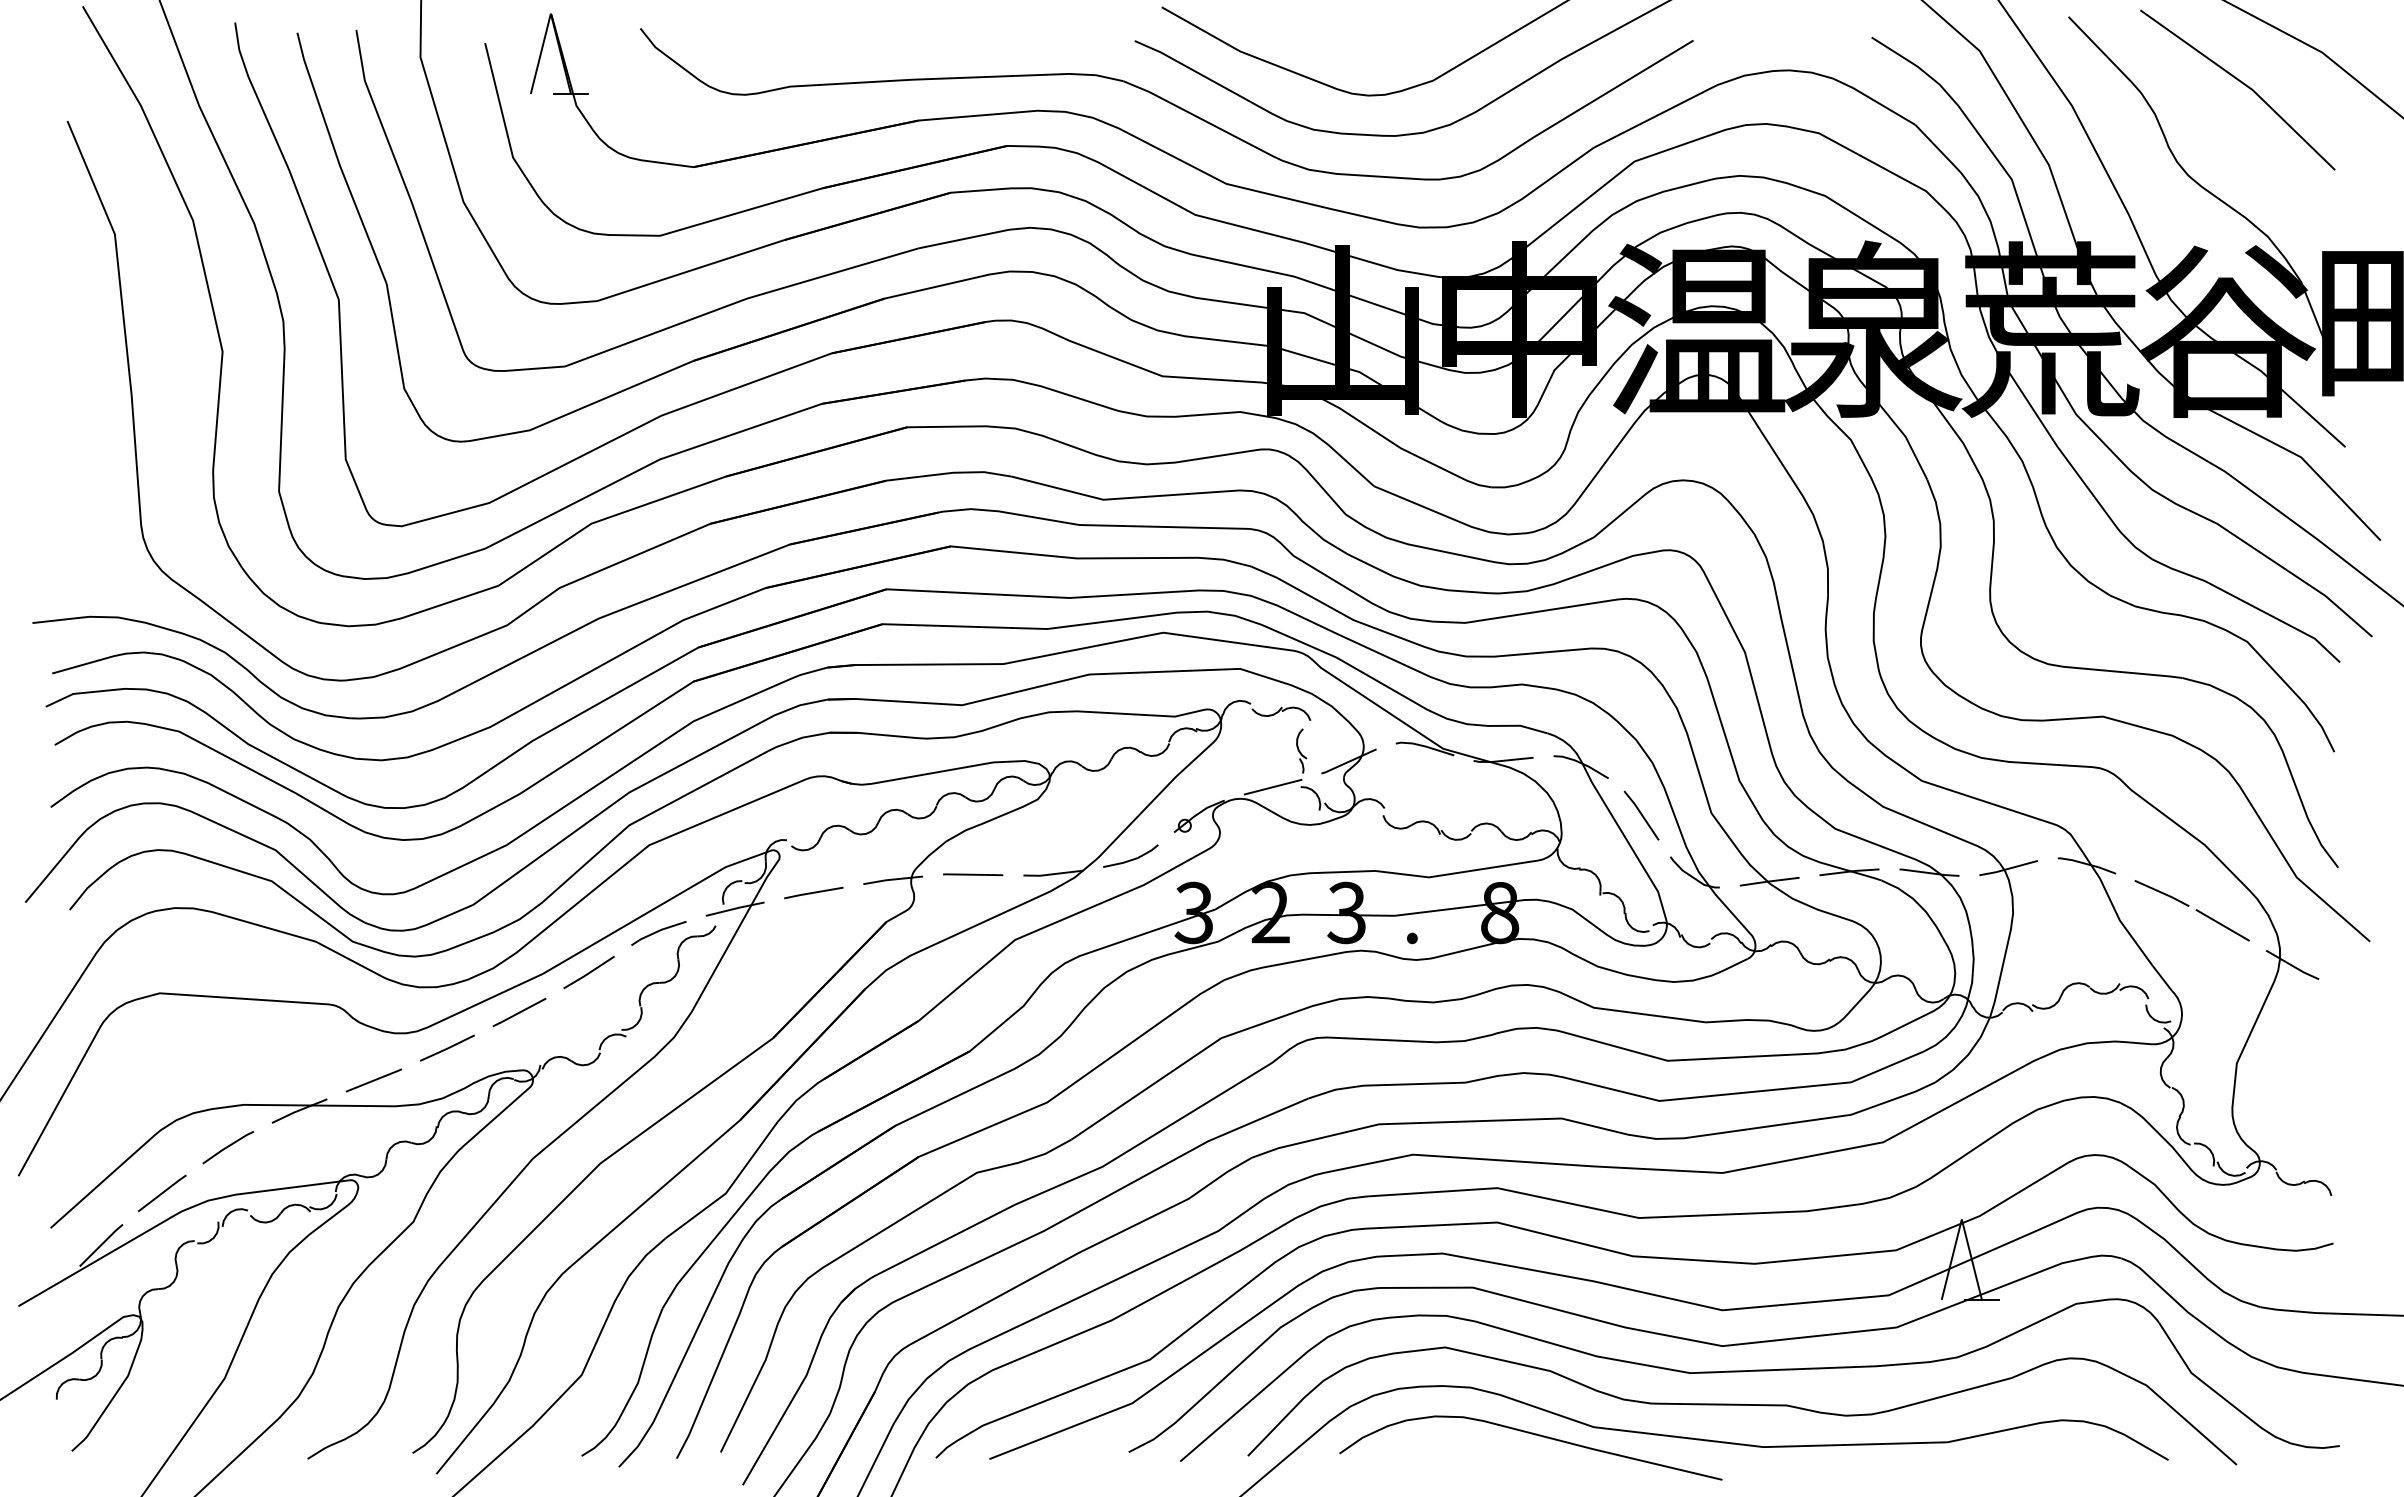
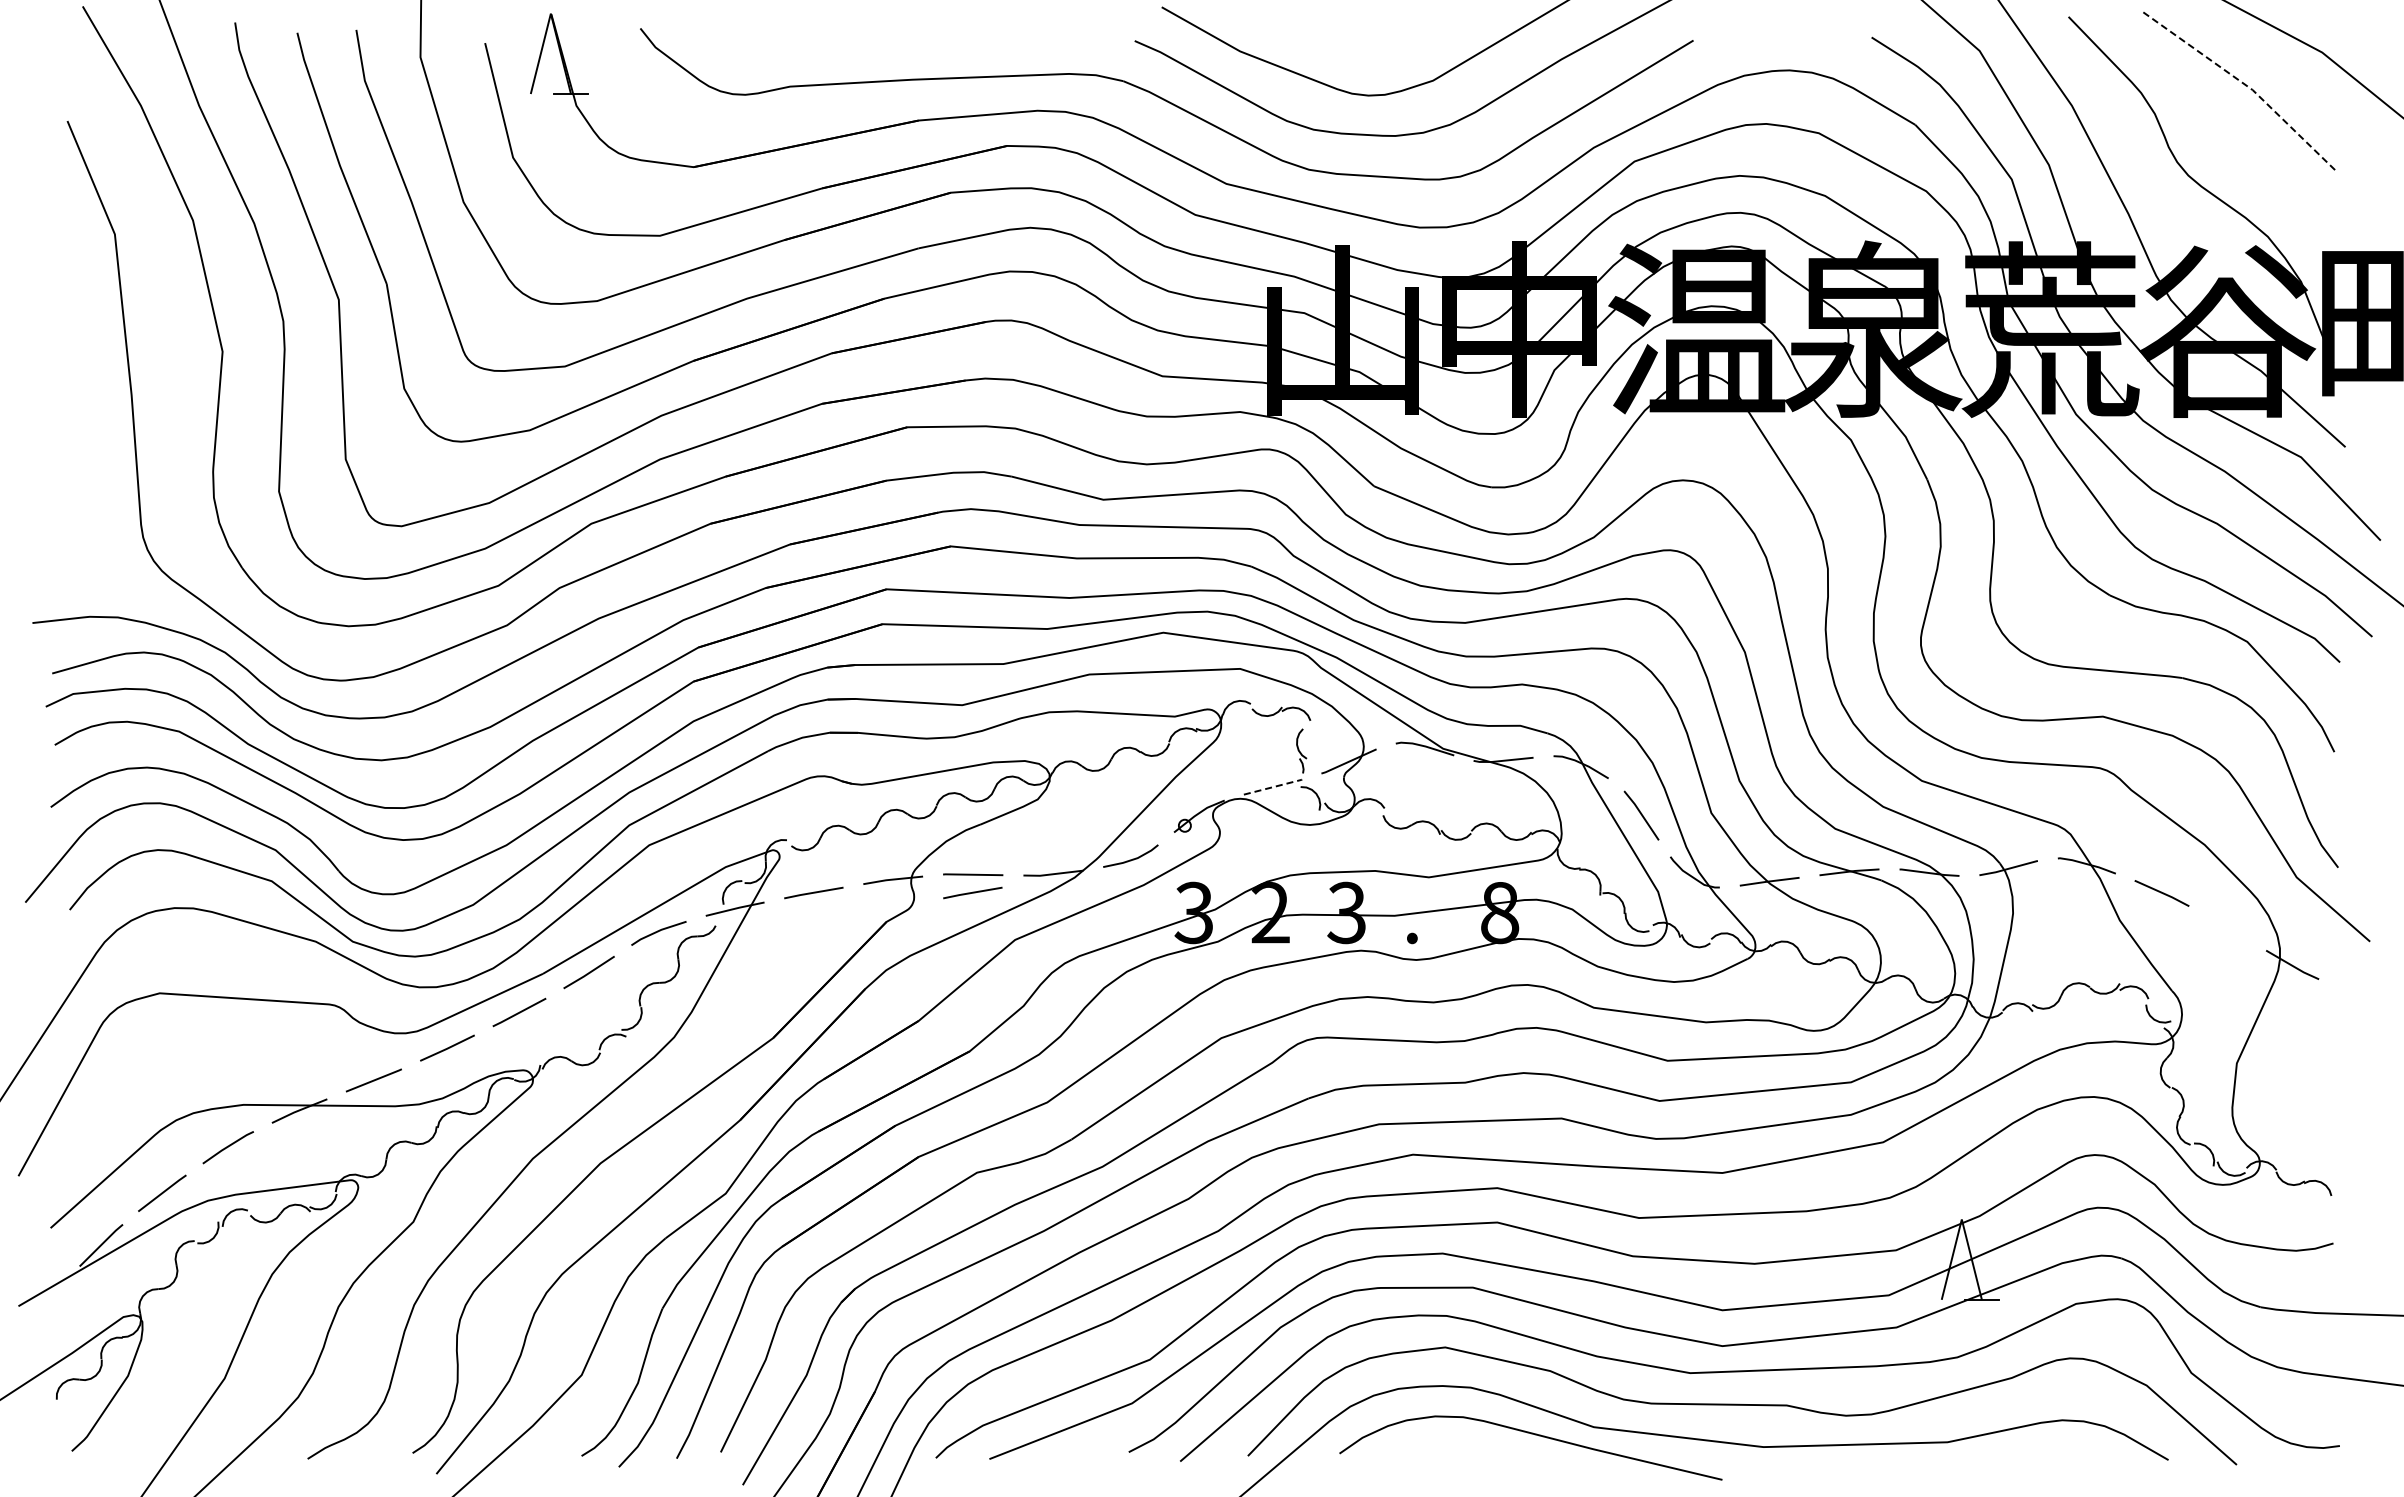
line at (2243, 83): solid -> dashed
line at (1273, 786): solid -> dashed
line at (972, 892): none -> present
line at (2222, 925): present -> none
